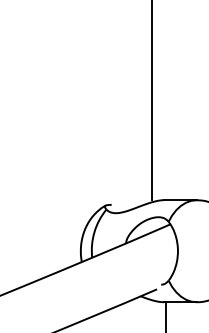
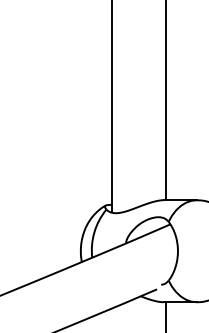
line at (152, 101) position: (152, 101) -> (166, 101)
line at (111, 107): none -> present
